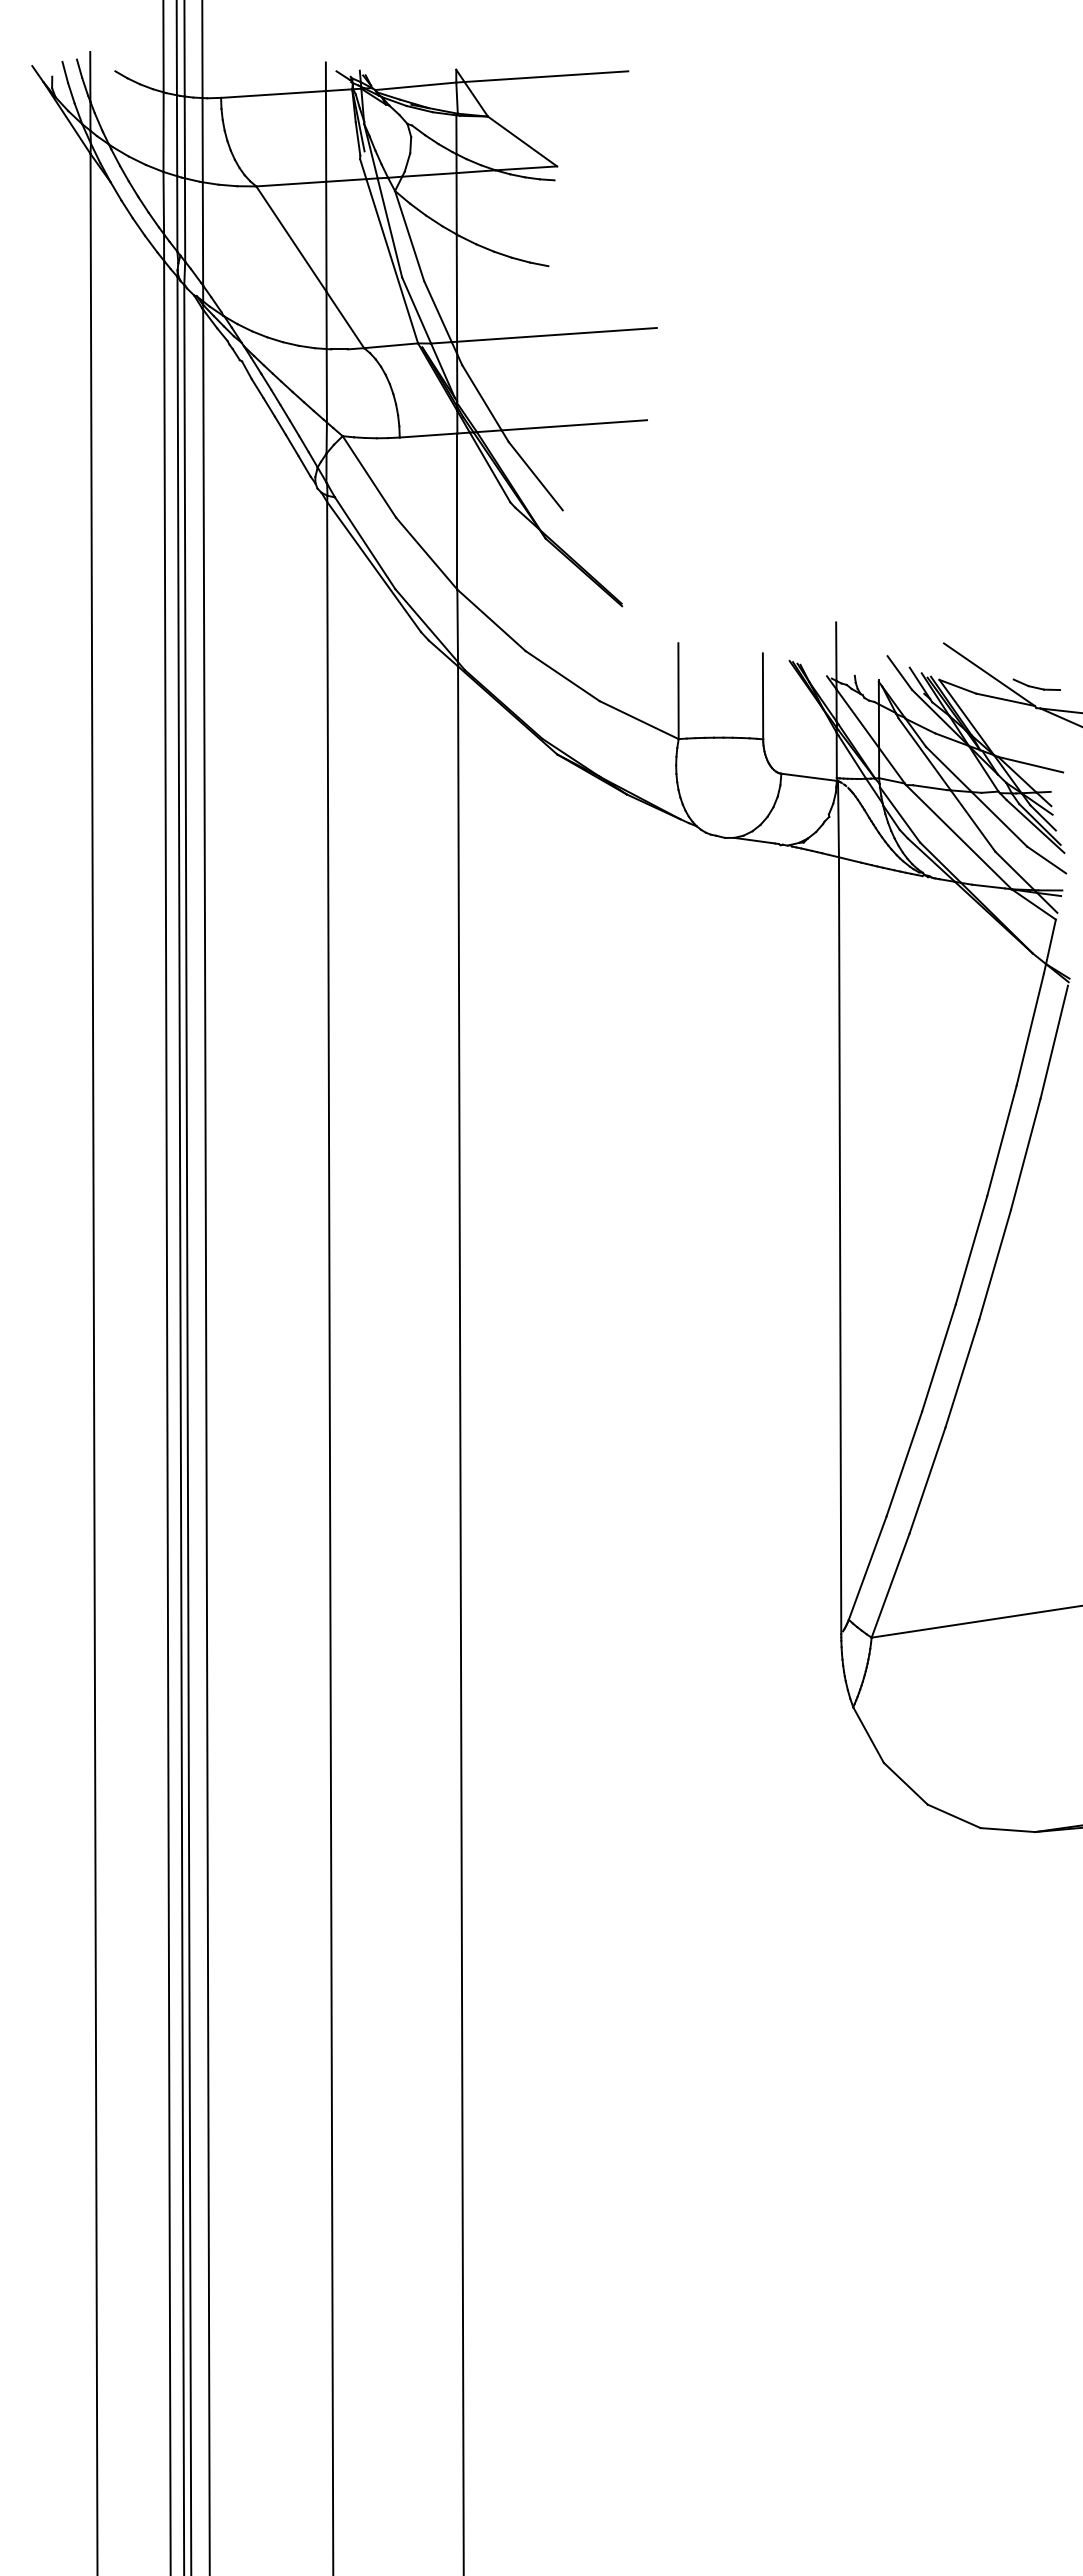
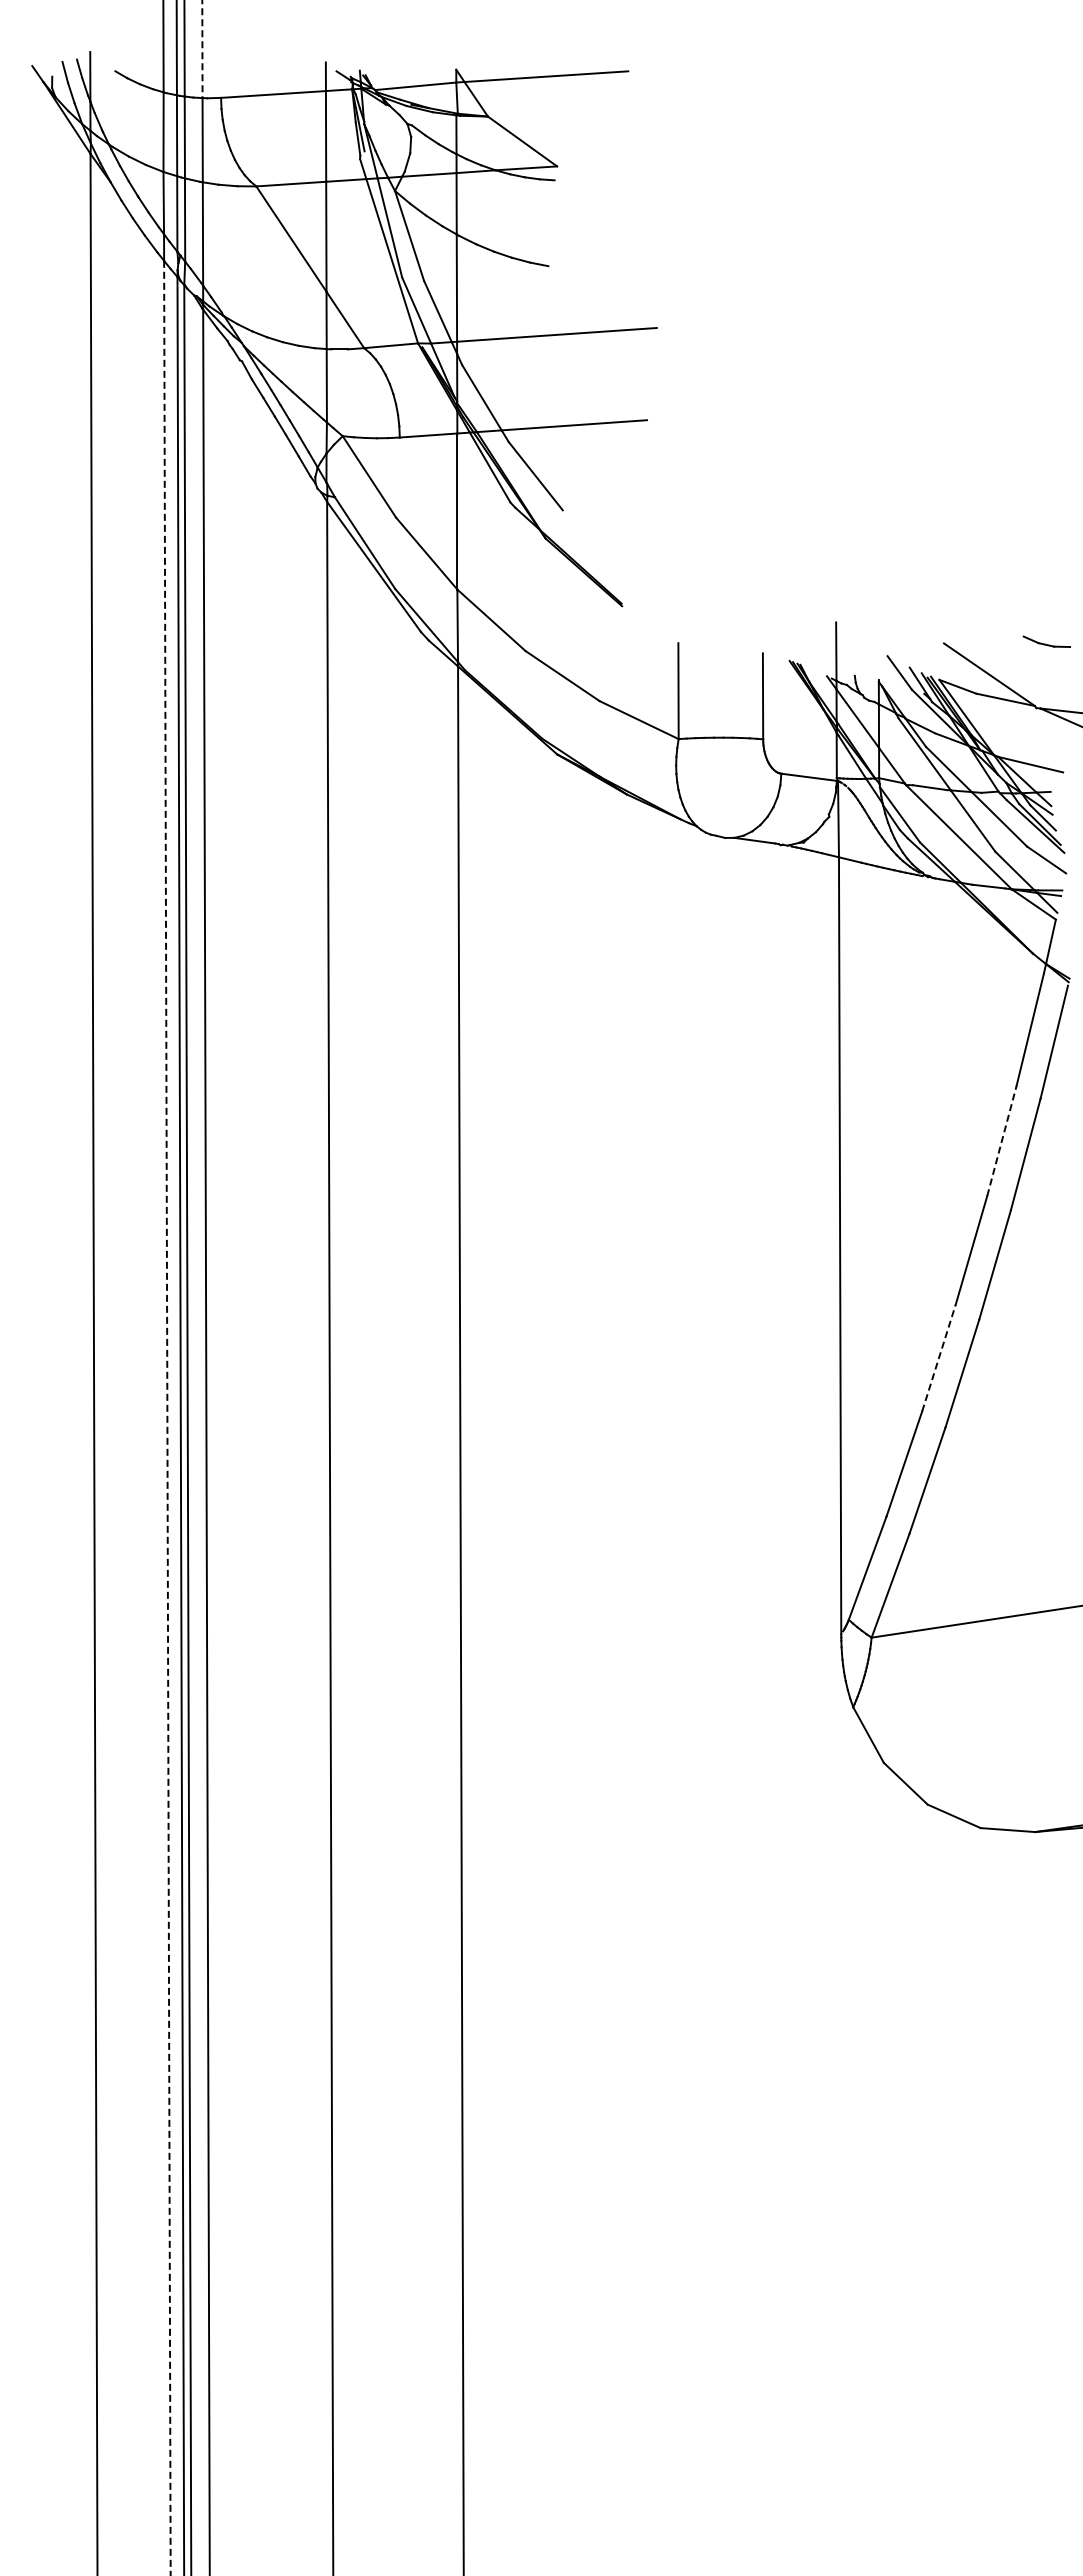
line at (202, 49): solid -> dashed
part at (1036, 684) position: (1036, 684) -> (1046, 641)
line at (1002, 1140): solid -> dashed
line at (938, 1358): solid -> dashed
line at (167, 1418): solid -> dashed
